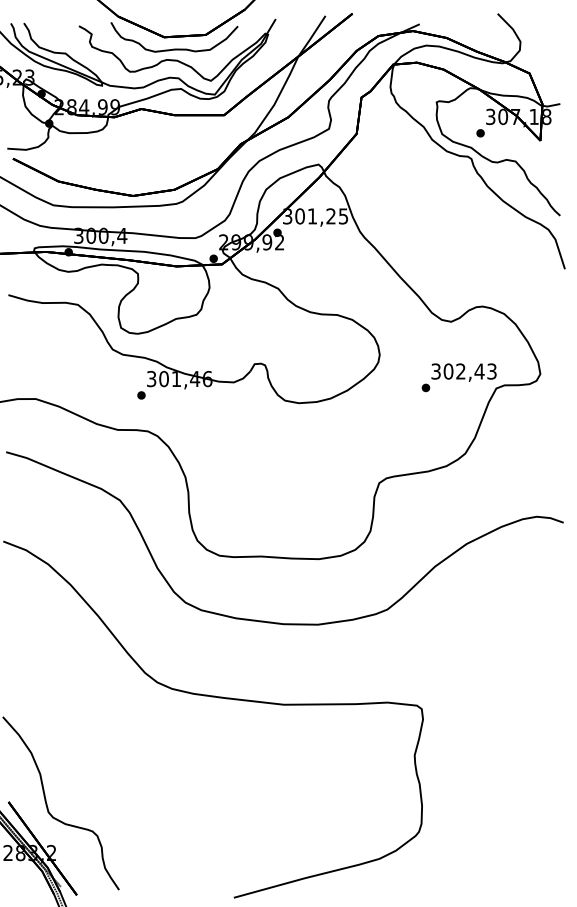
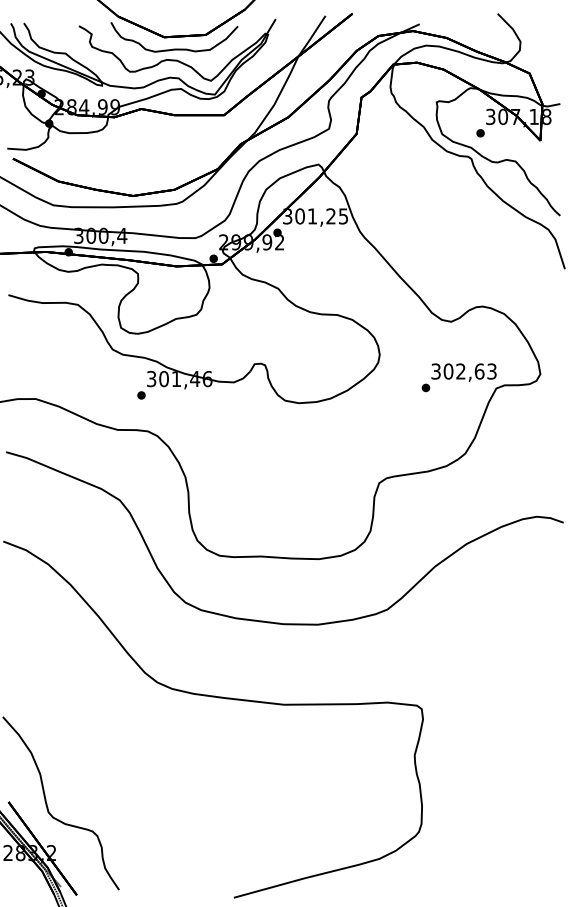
text at (479, 371): 302,43 -> 302,63
